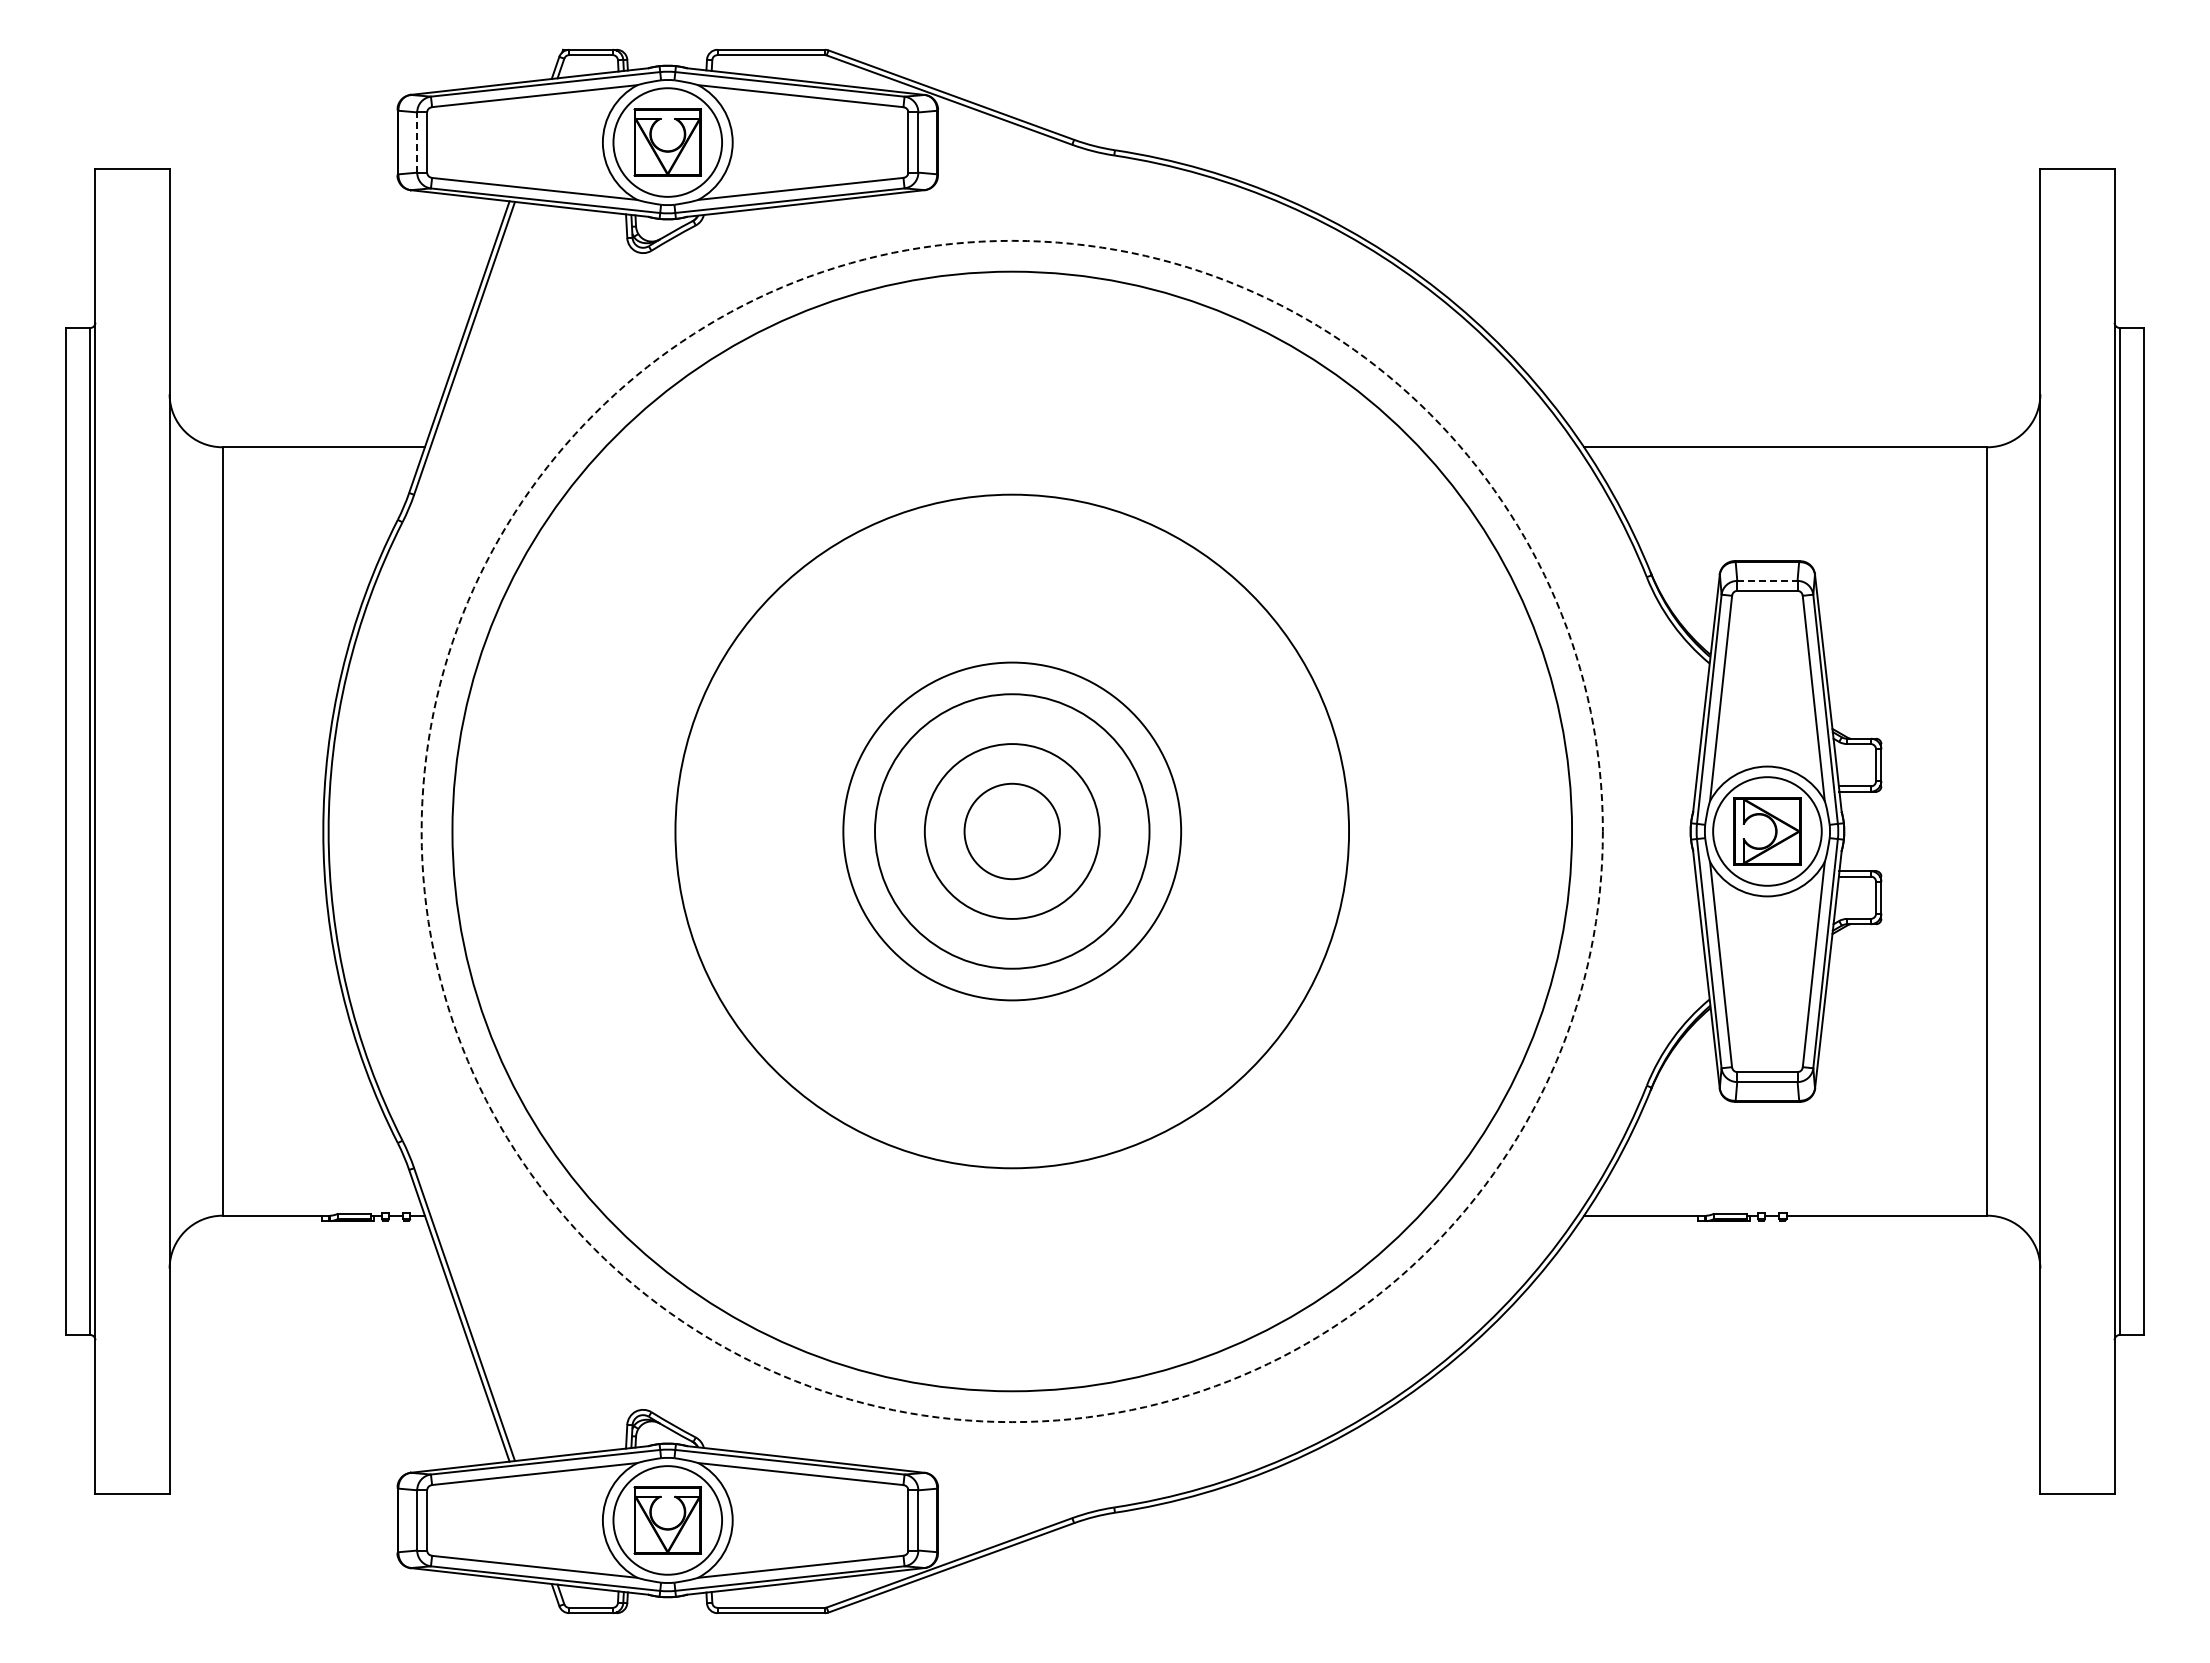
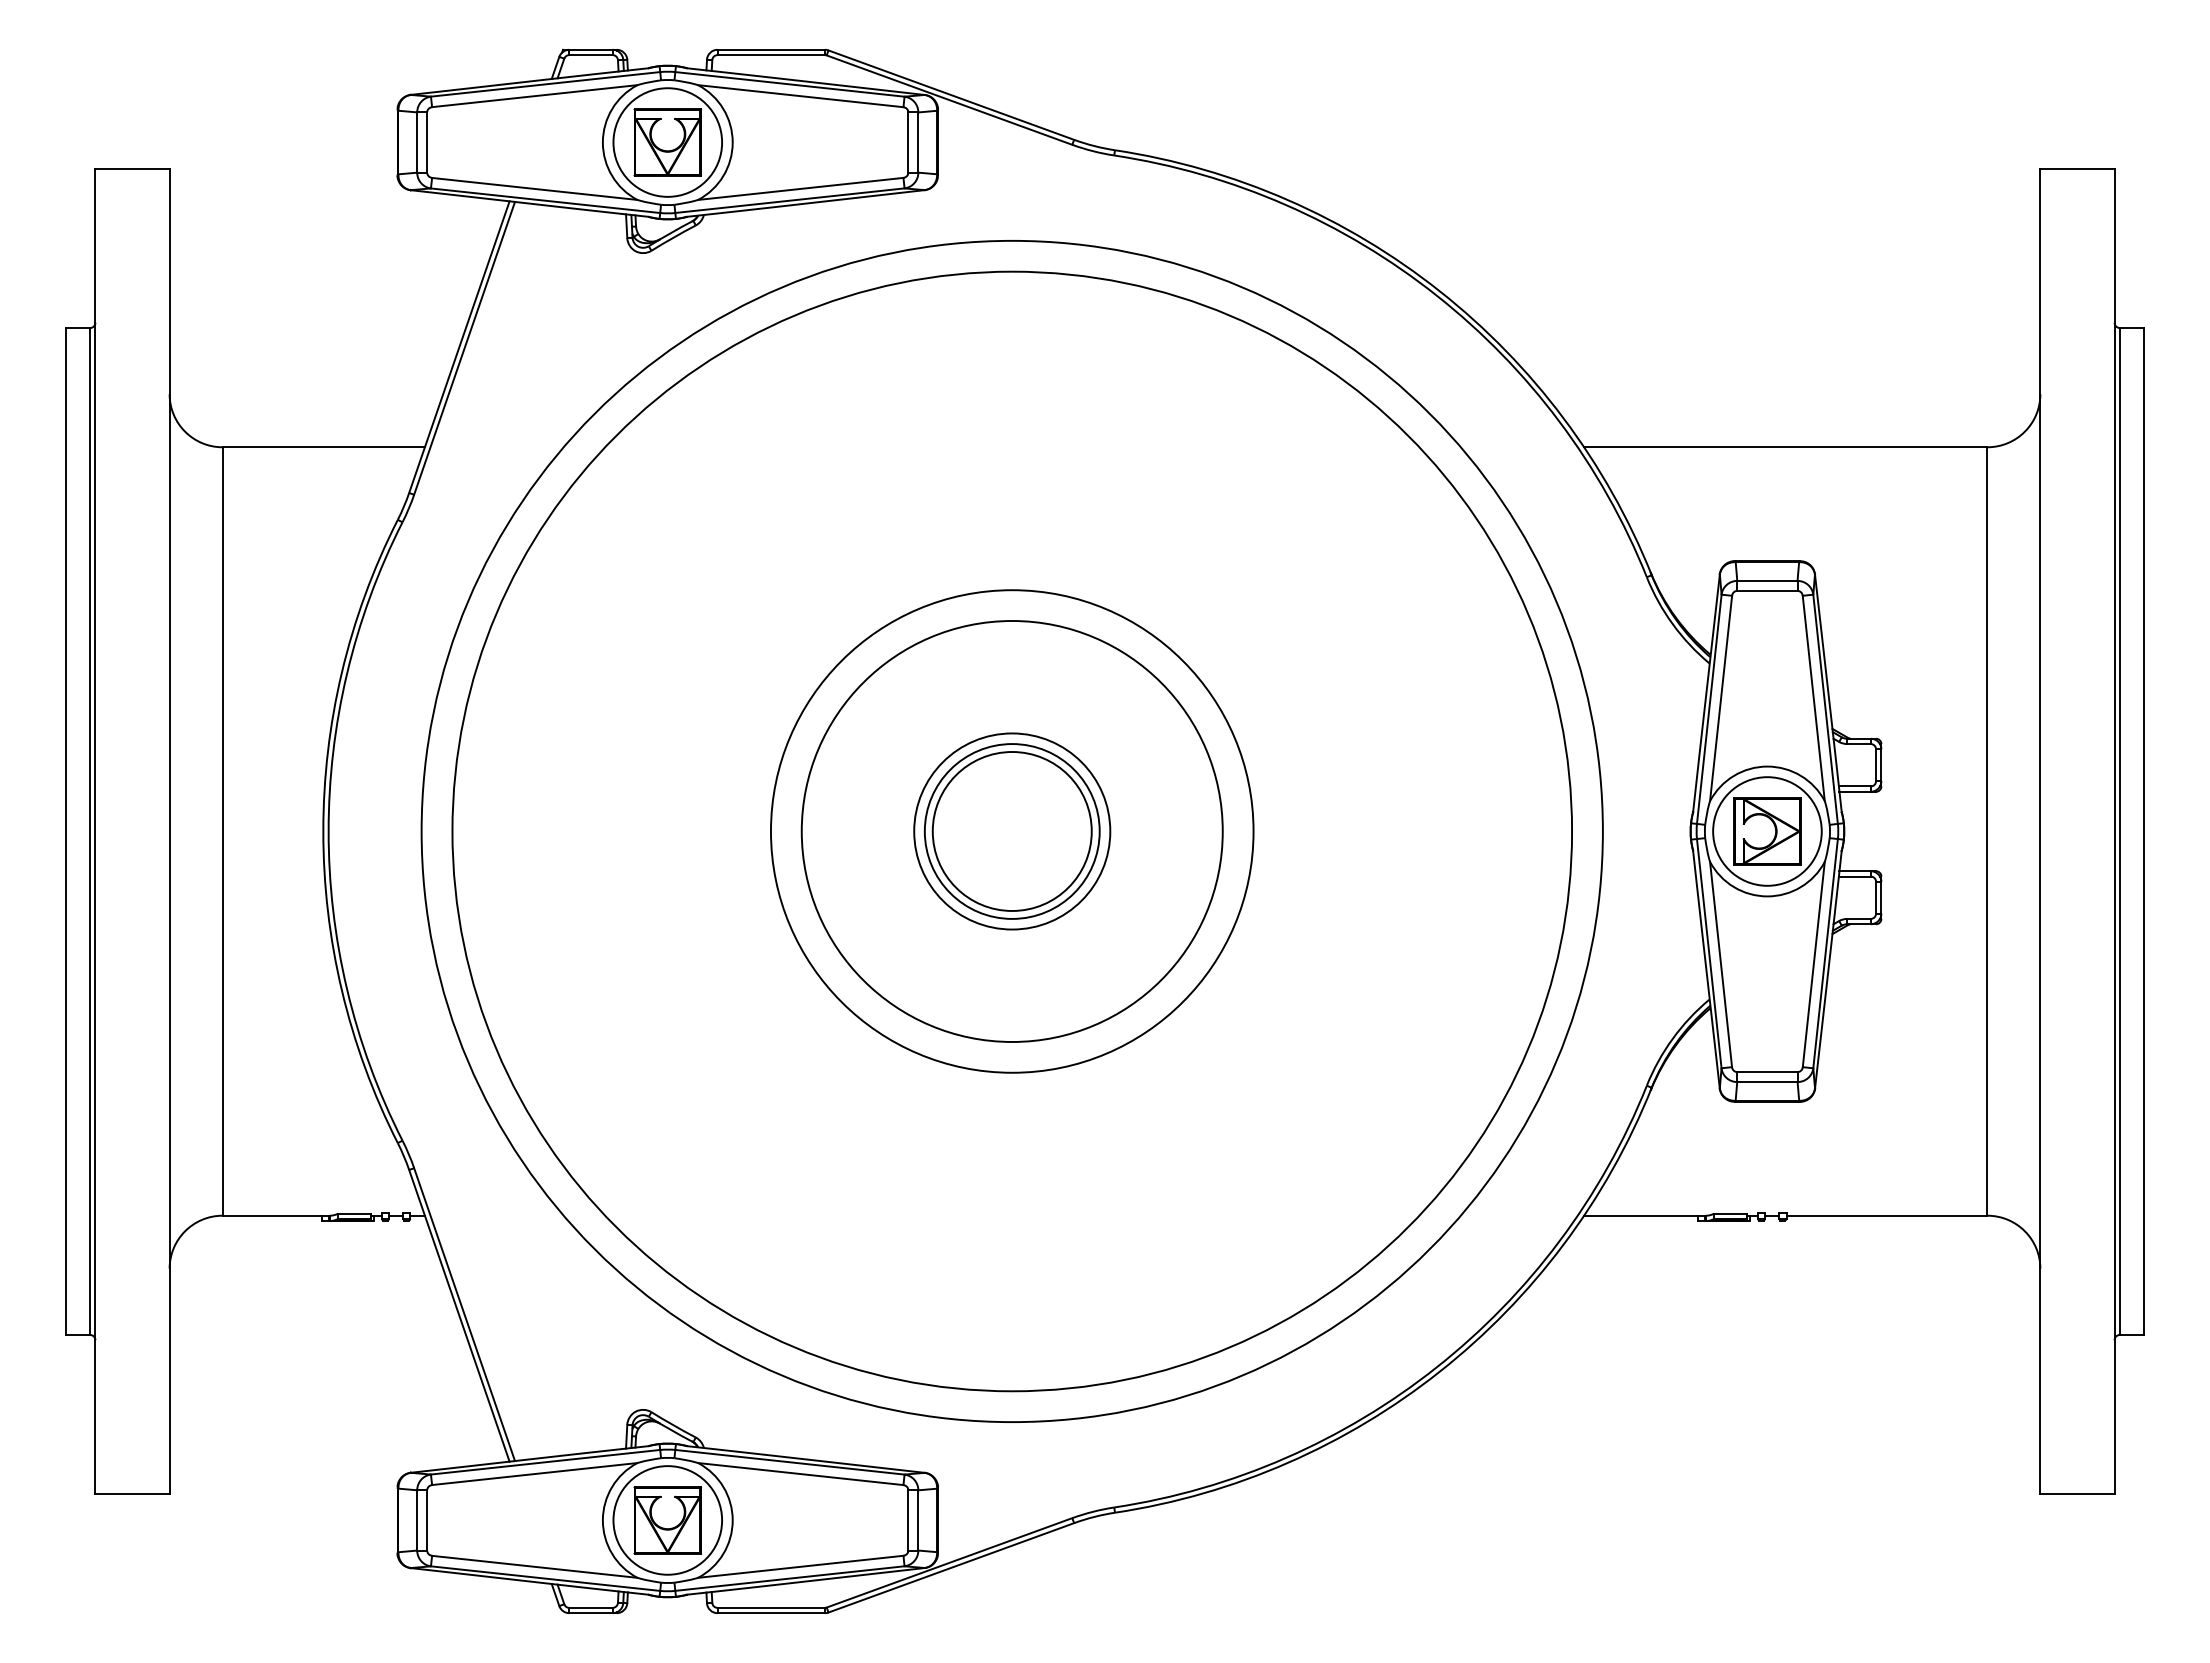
line at (417, 142): dashed -> solid
line at (1767, 580): dashed -> solid
circle at (1011, 831) diameter: 95 px -> 159 px
circle at (1011, 831): dashed -> solid
circle at (1012, 831) diameter: 275 px -> 196 px
circle at (1012, 831) diameter: 338 px -> 483 px
circle at (1012, 831) diameter: 674 px -> 421 px
